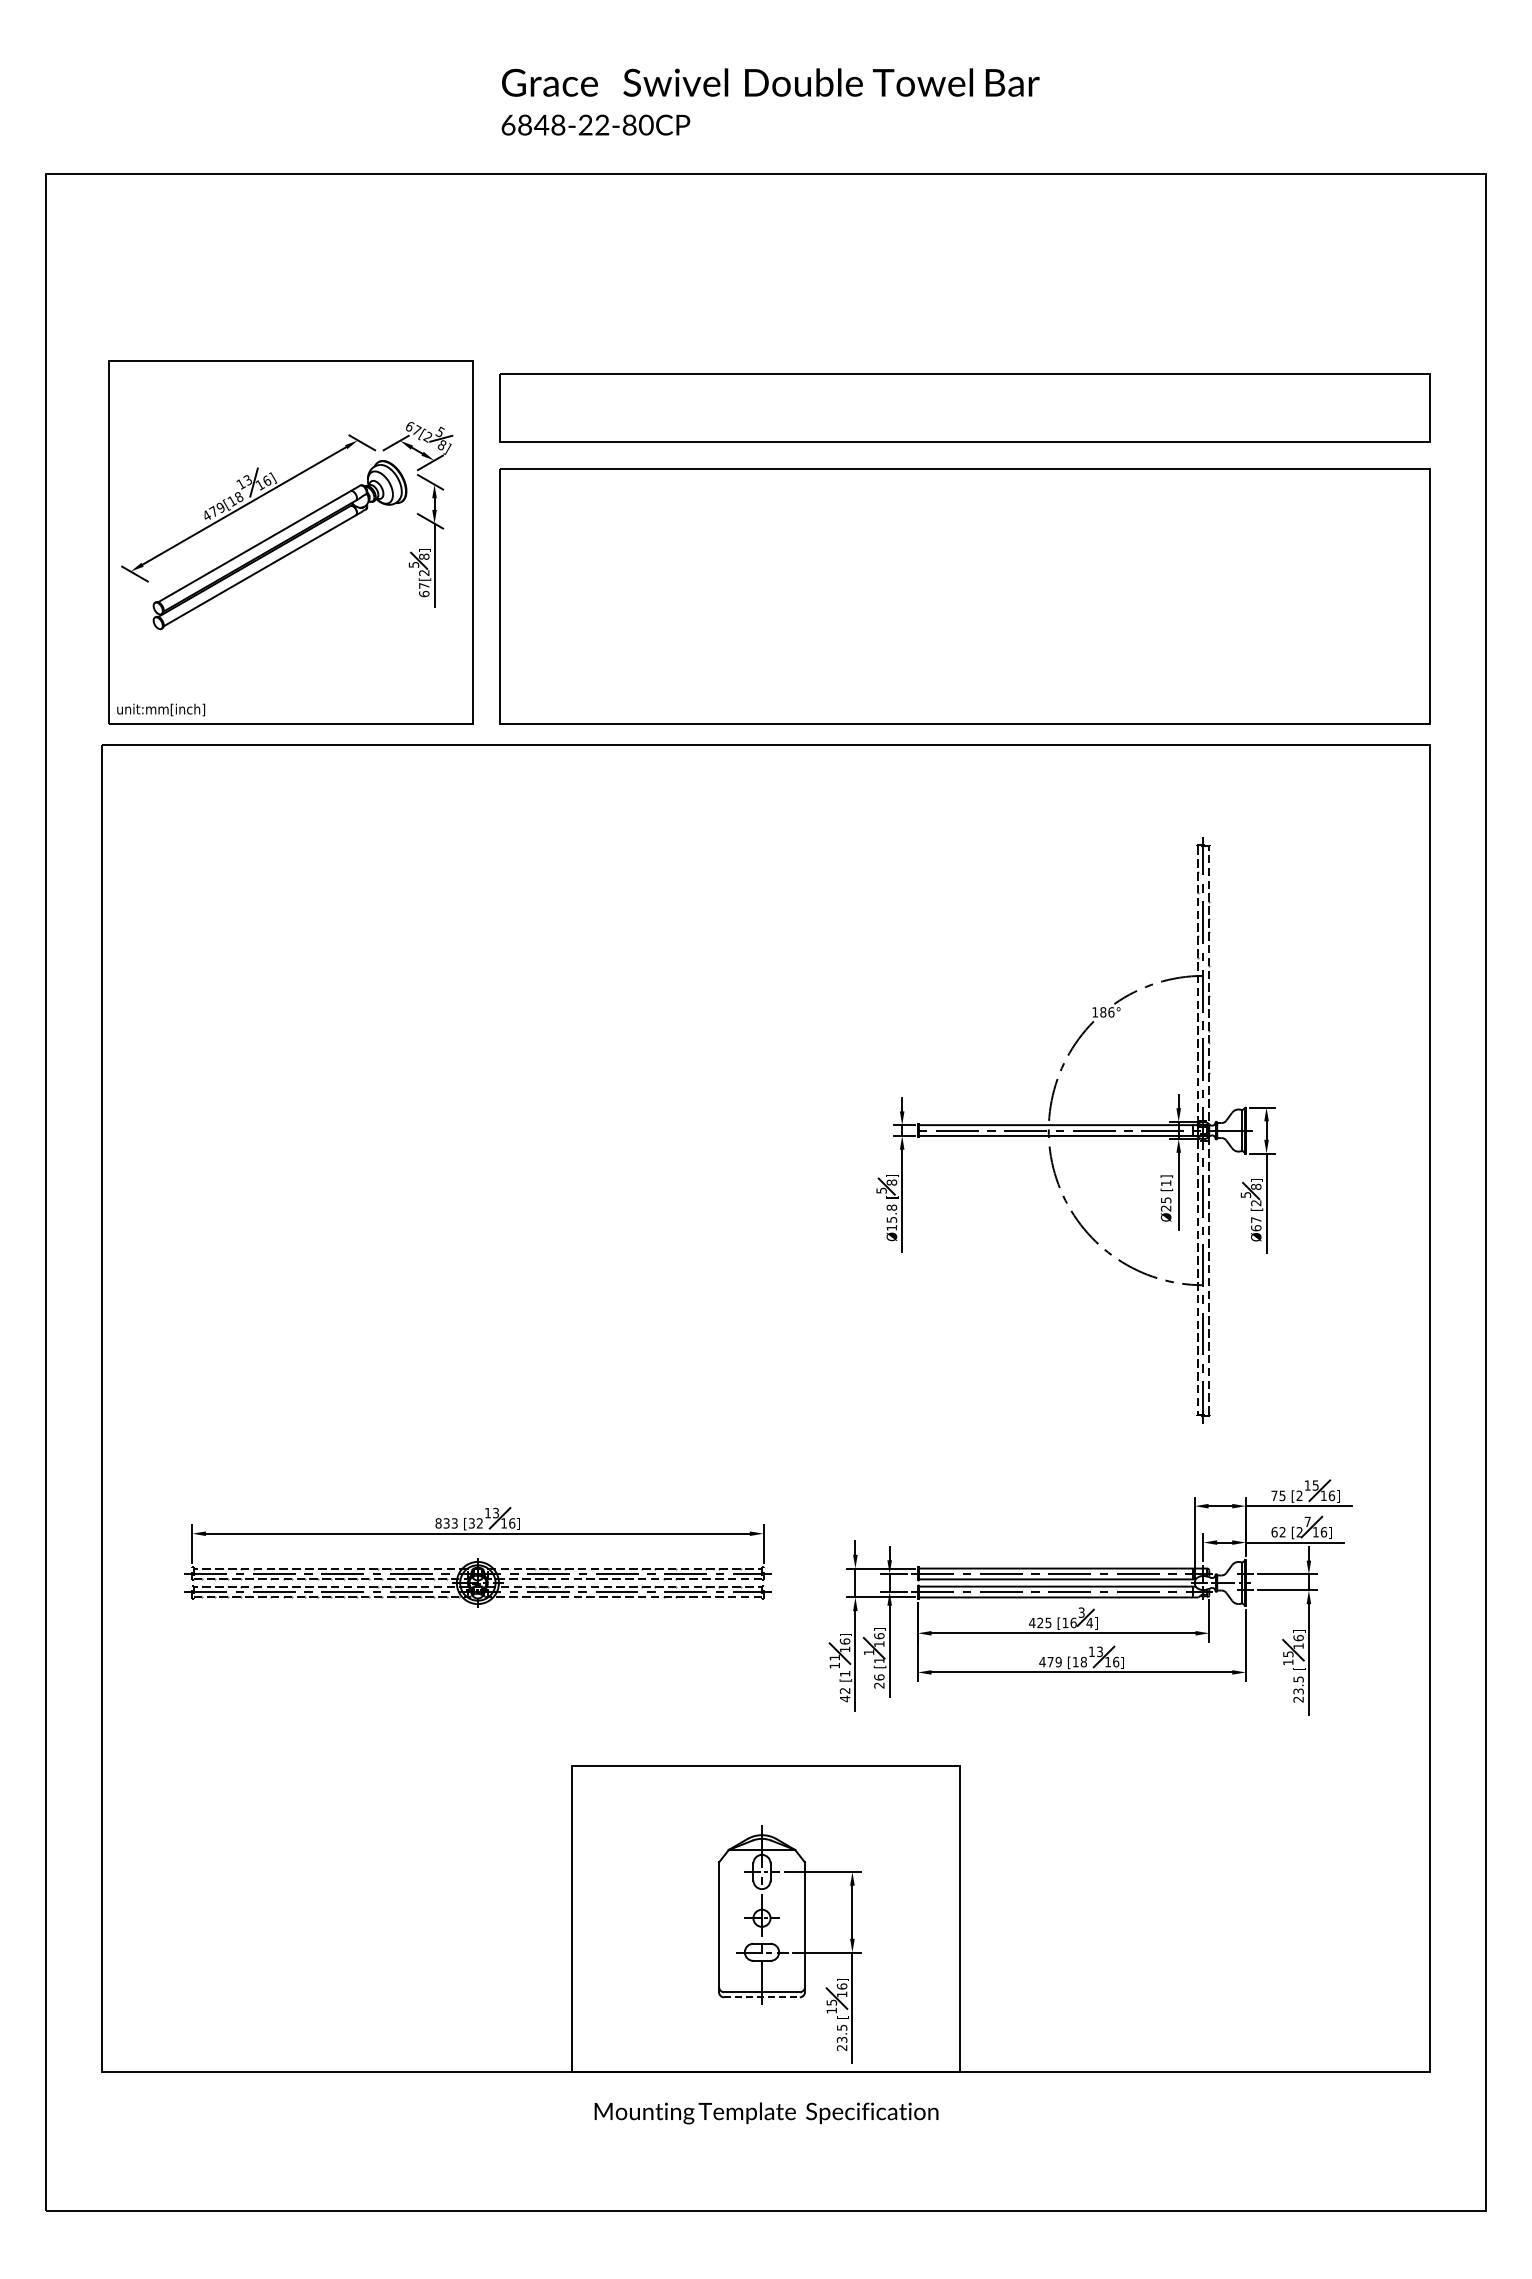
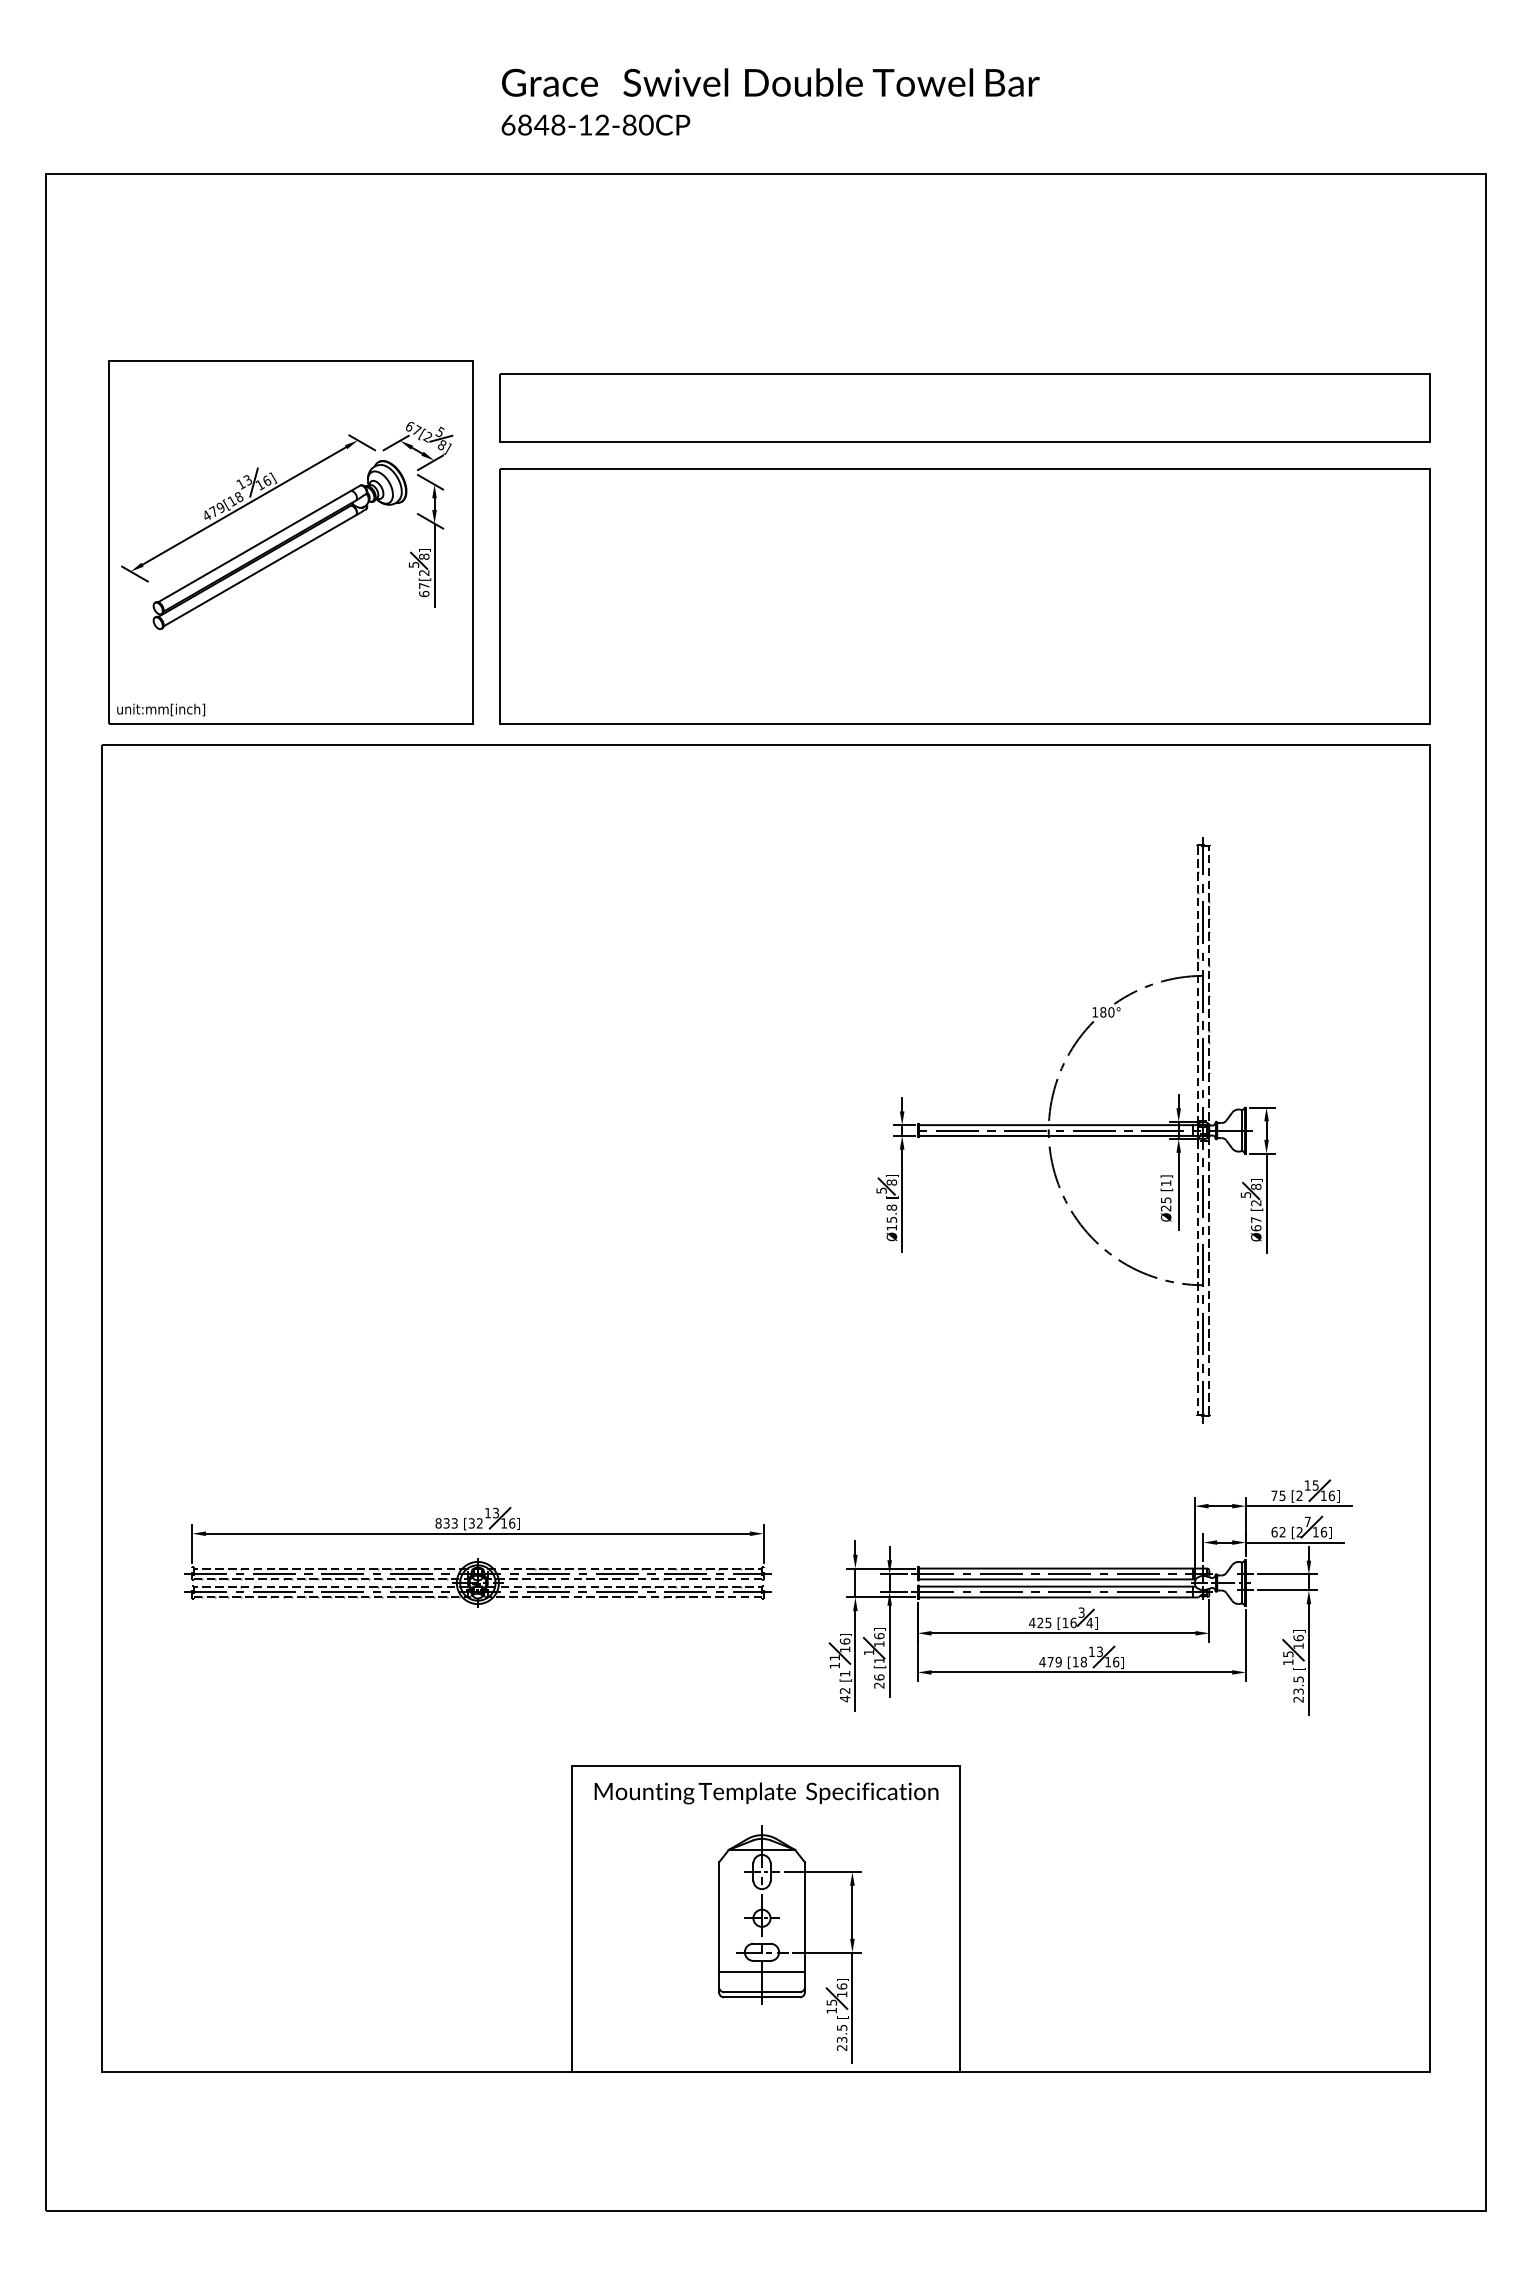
text at (585, 124): 6848-22-80CP -> 6848-12-80CP
text at (1111, 1012): 186° -> 180°
line at (761, 1972): none -> present
line at (762, 1997): dashed -> solid
text at (766, 2113) position: (766, 2113) -> (766, 1793)
